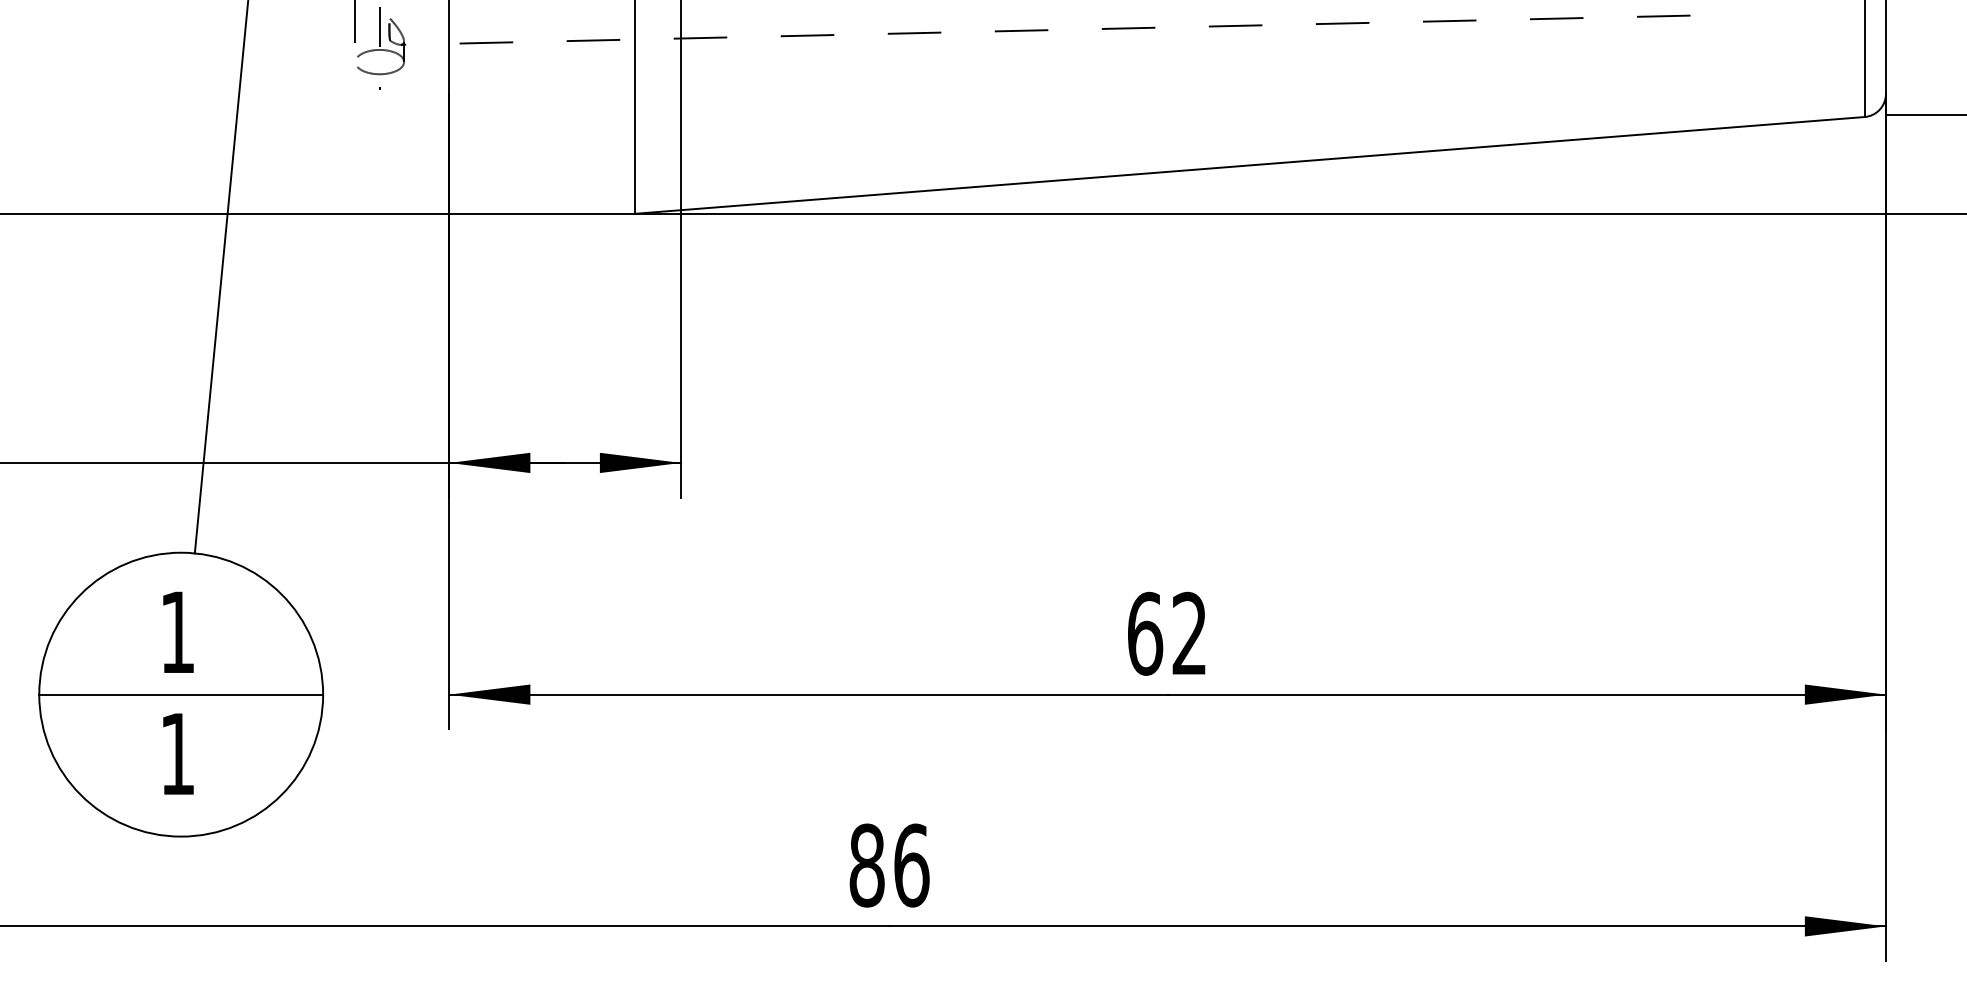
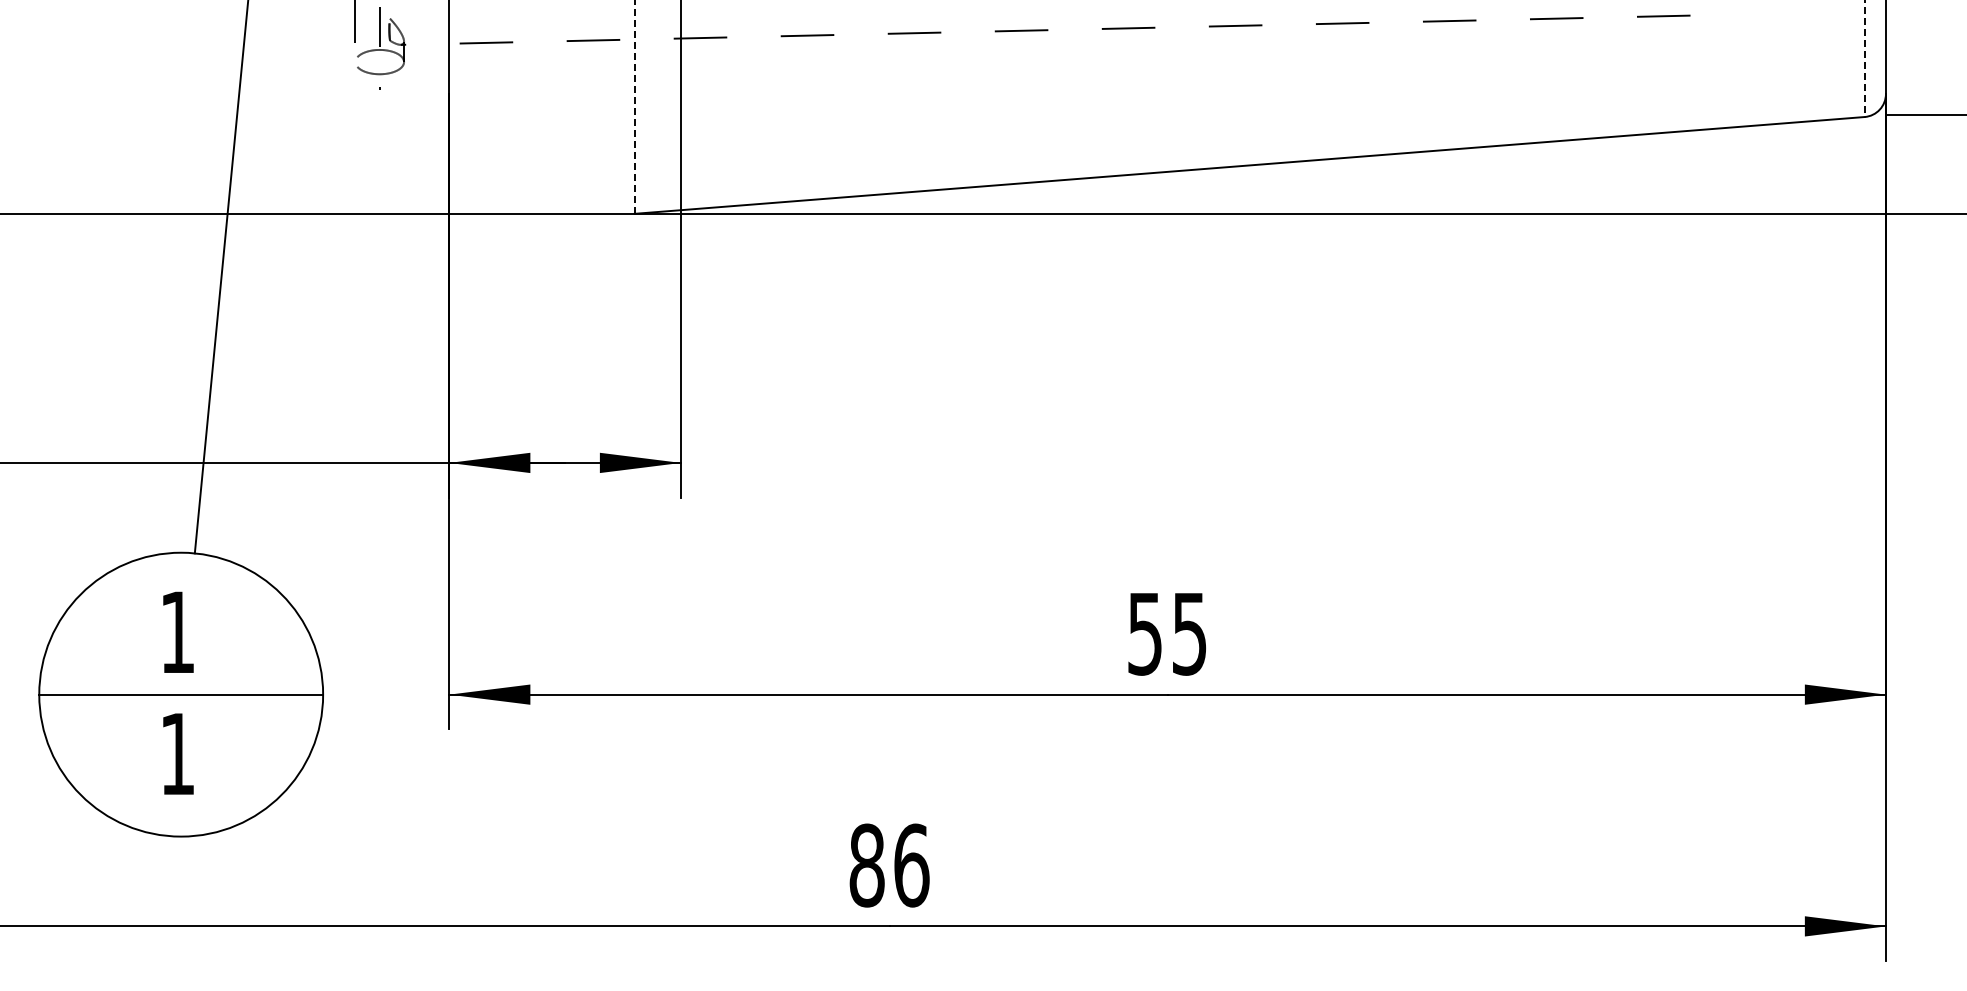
line at (1864, 59): solid -> dashed
line at (634, 107): solid -> dashed
text at (1167, 633): 62 -> 55
